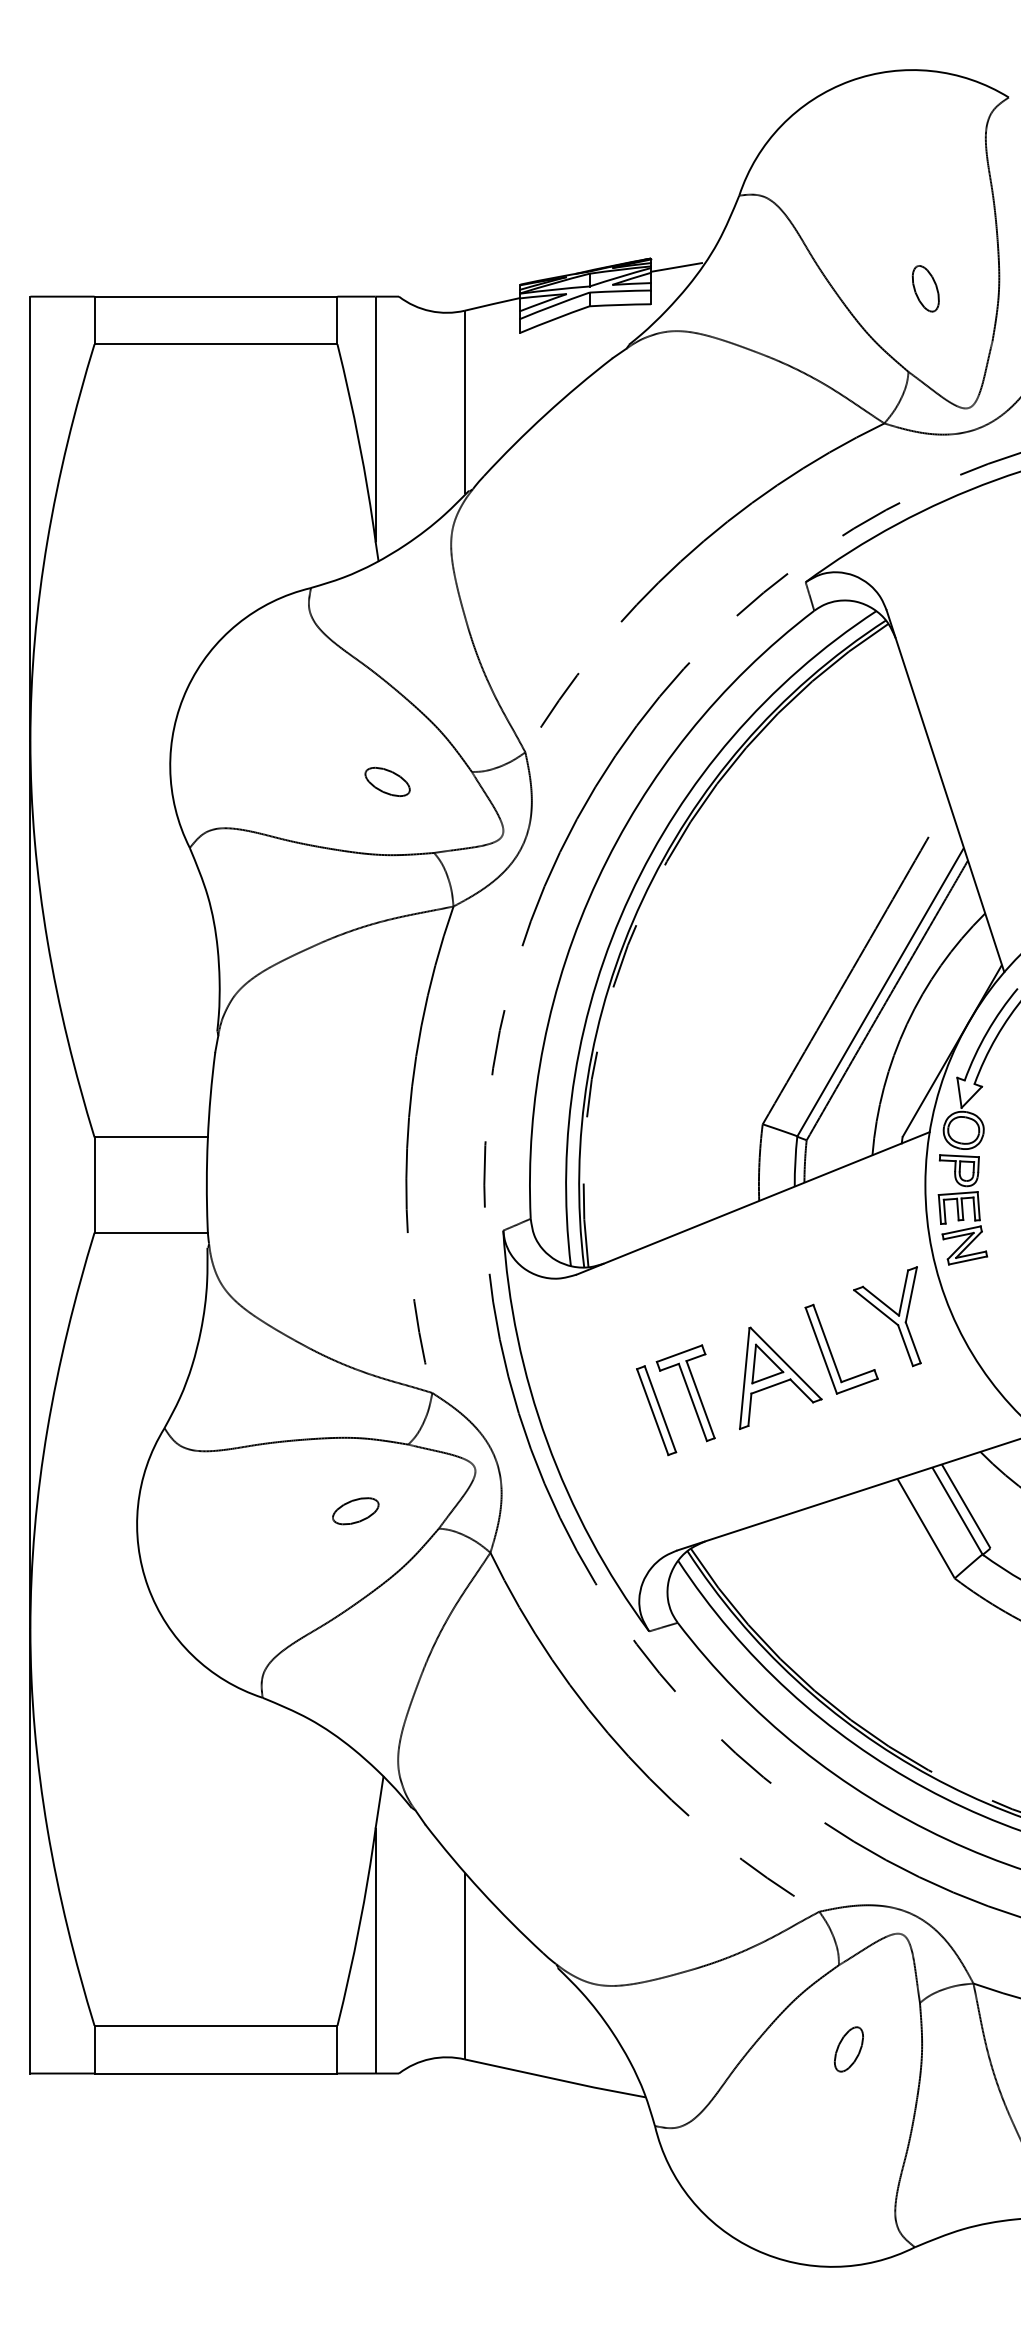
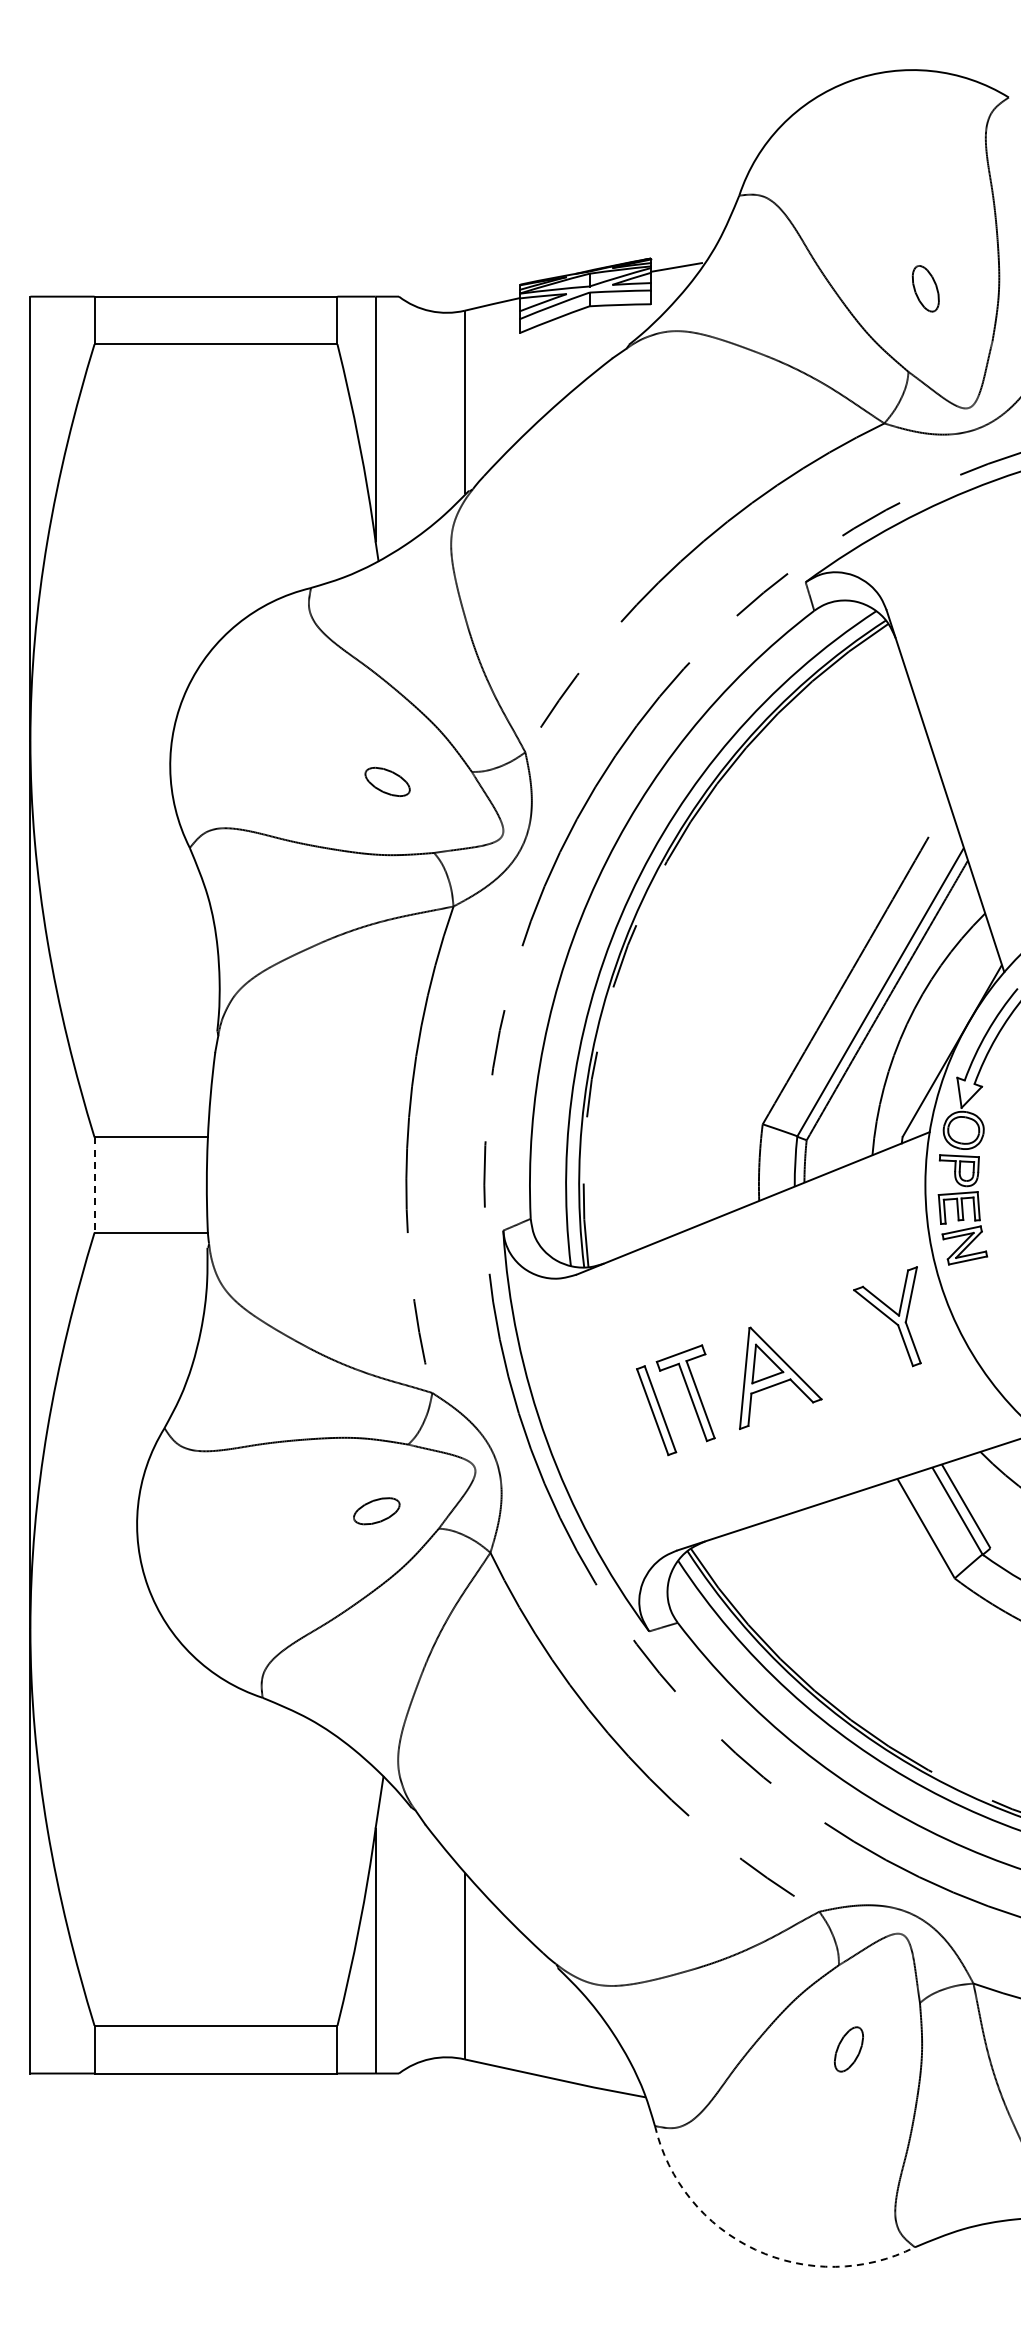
line at (94, 1185): solid -> dashed
part at (831, 1351): present -> none
part at (355, 1511) position: (355, 1511) -> (376, 1511)
arc at (755, 2249): solid -> dashed
